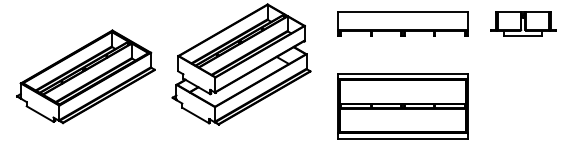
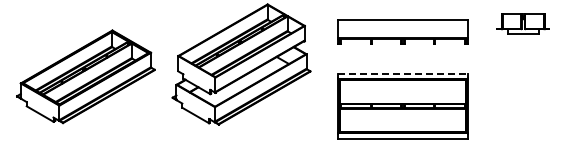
part at (402, 23) position: (402, 23) -> (402, 31)
part at (523, 23) size: 67x26 px -> 54x22 px
line at (403, 73): solid -> dashed
